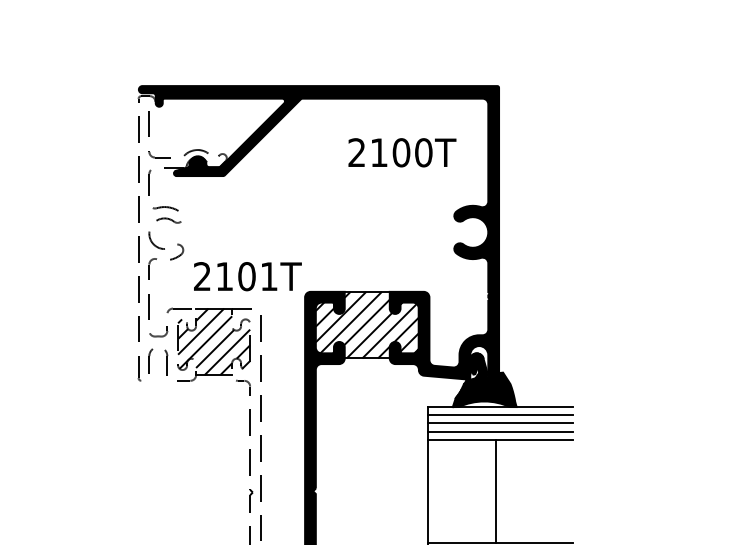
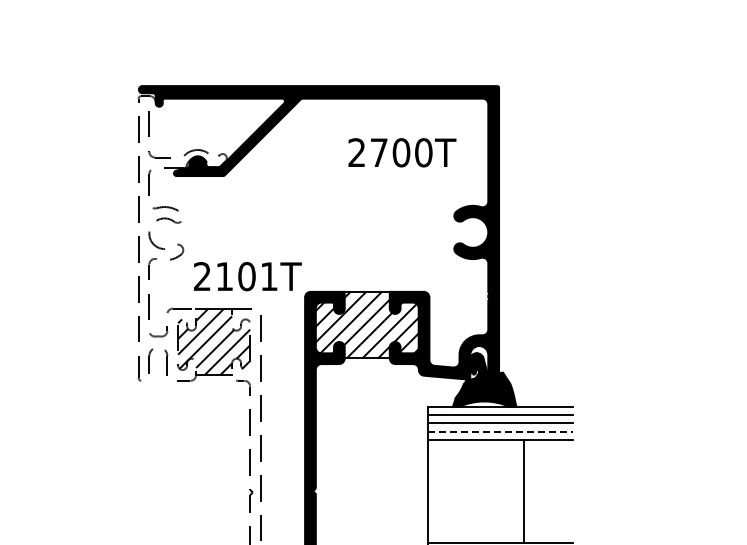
text at (379, 152): 2100T -> 2700T
line at (501, 431): solid -> dashed
line at (496, 490) position: (496, 490) -> (524, 490)
